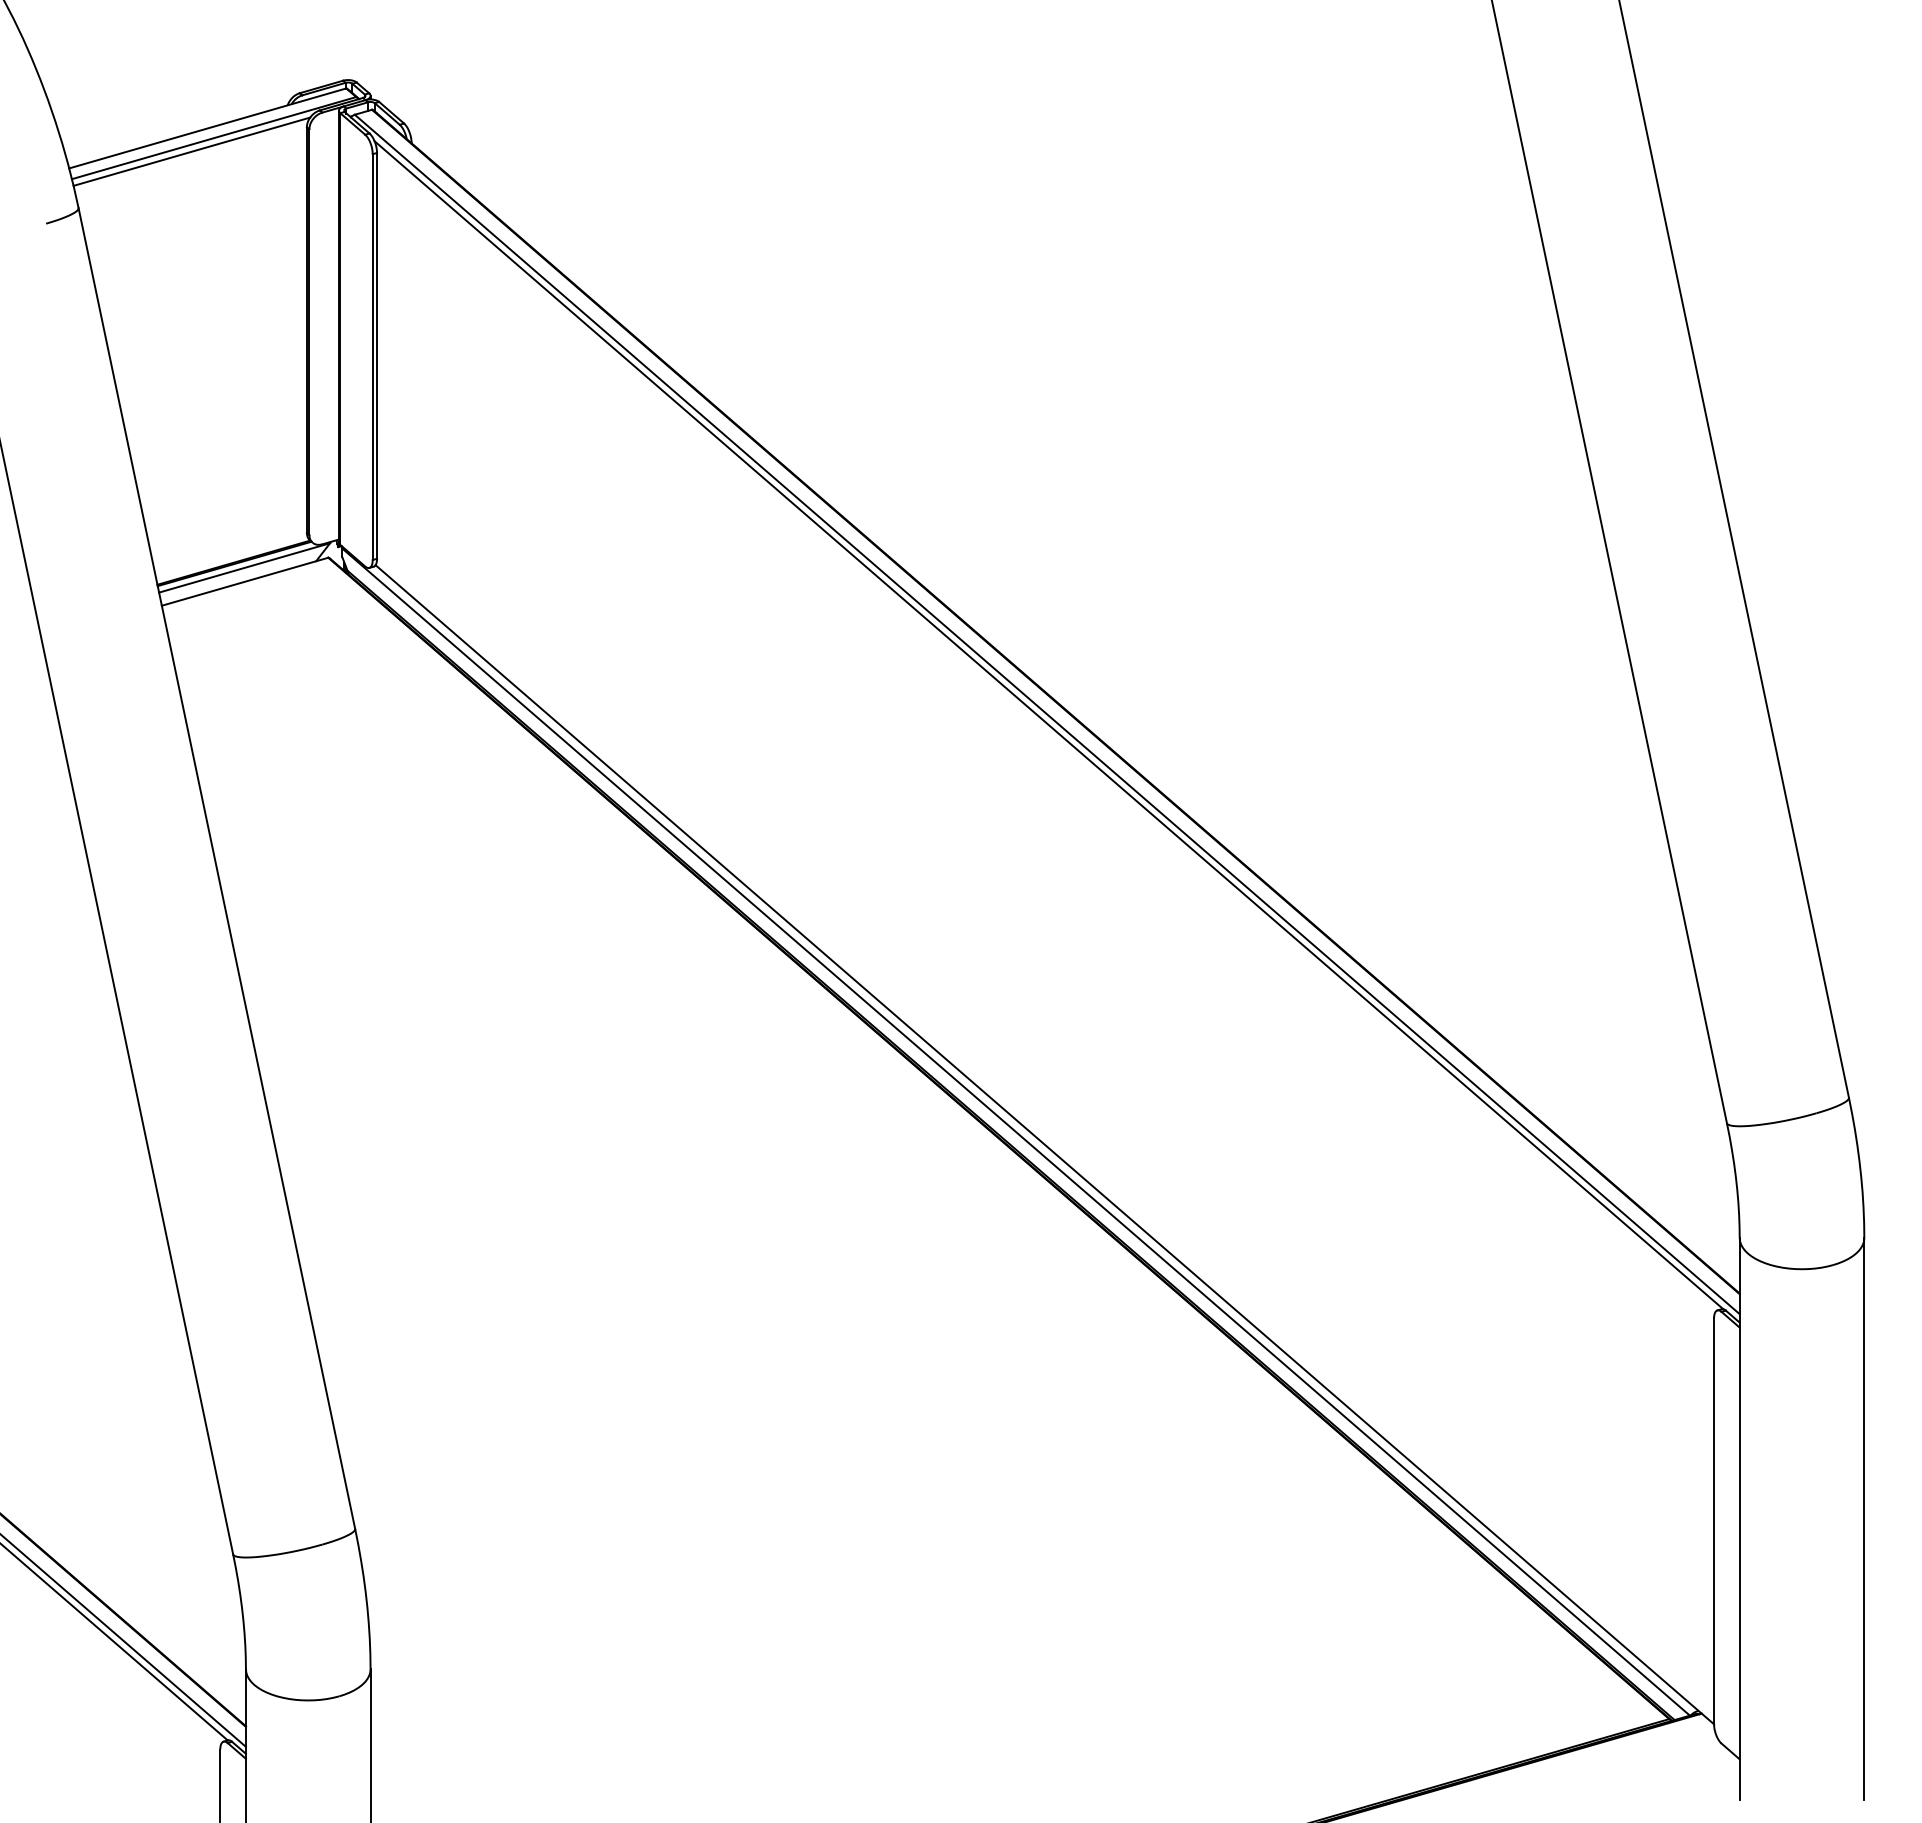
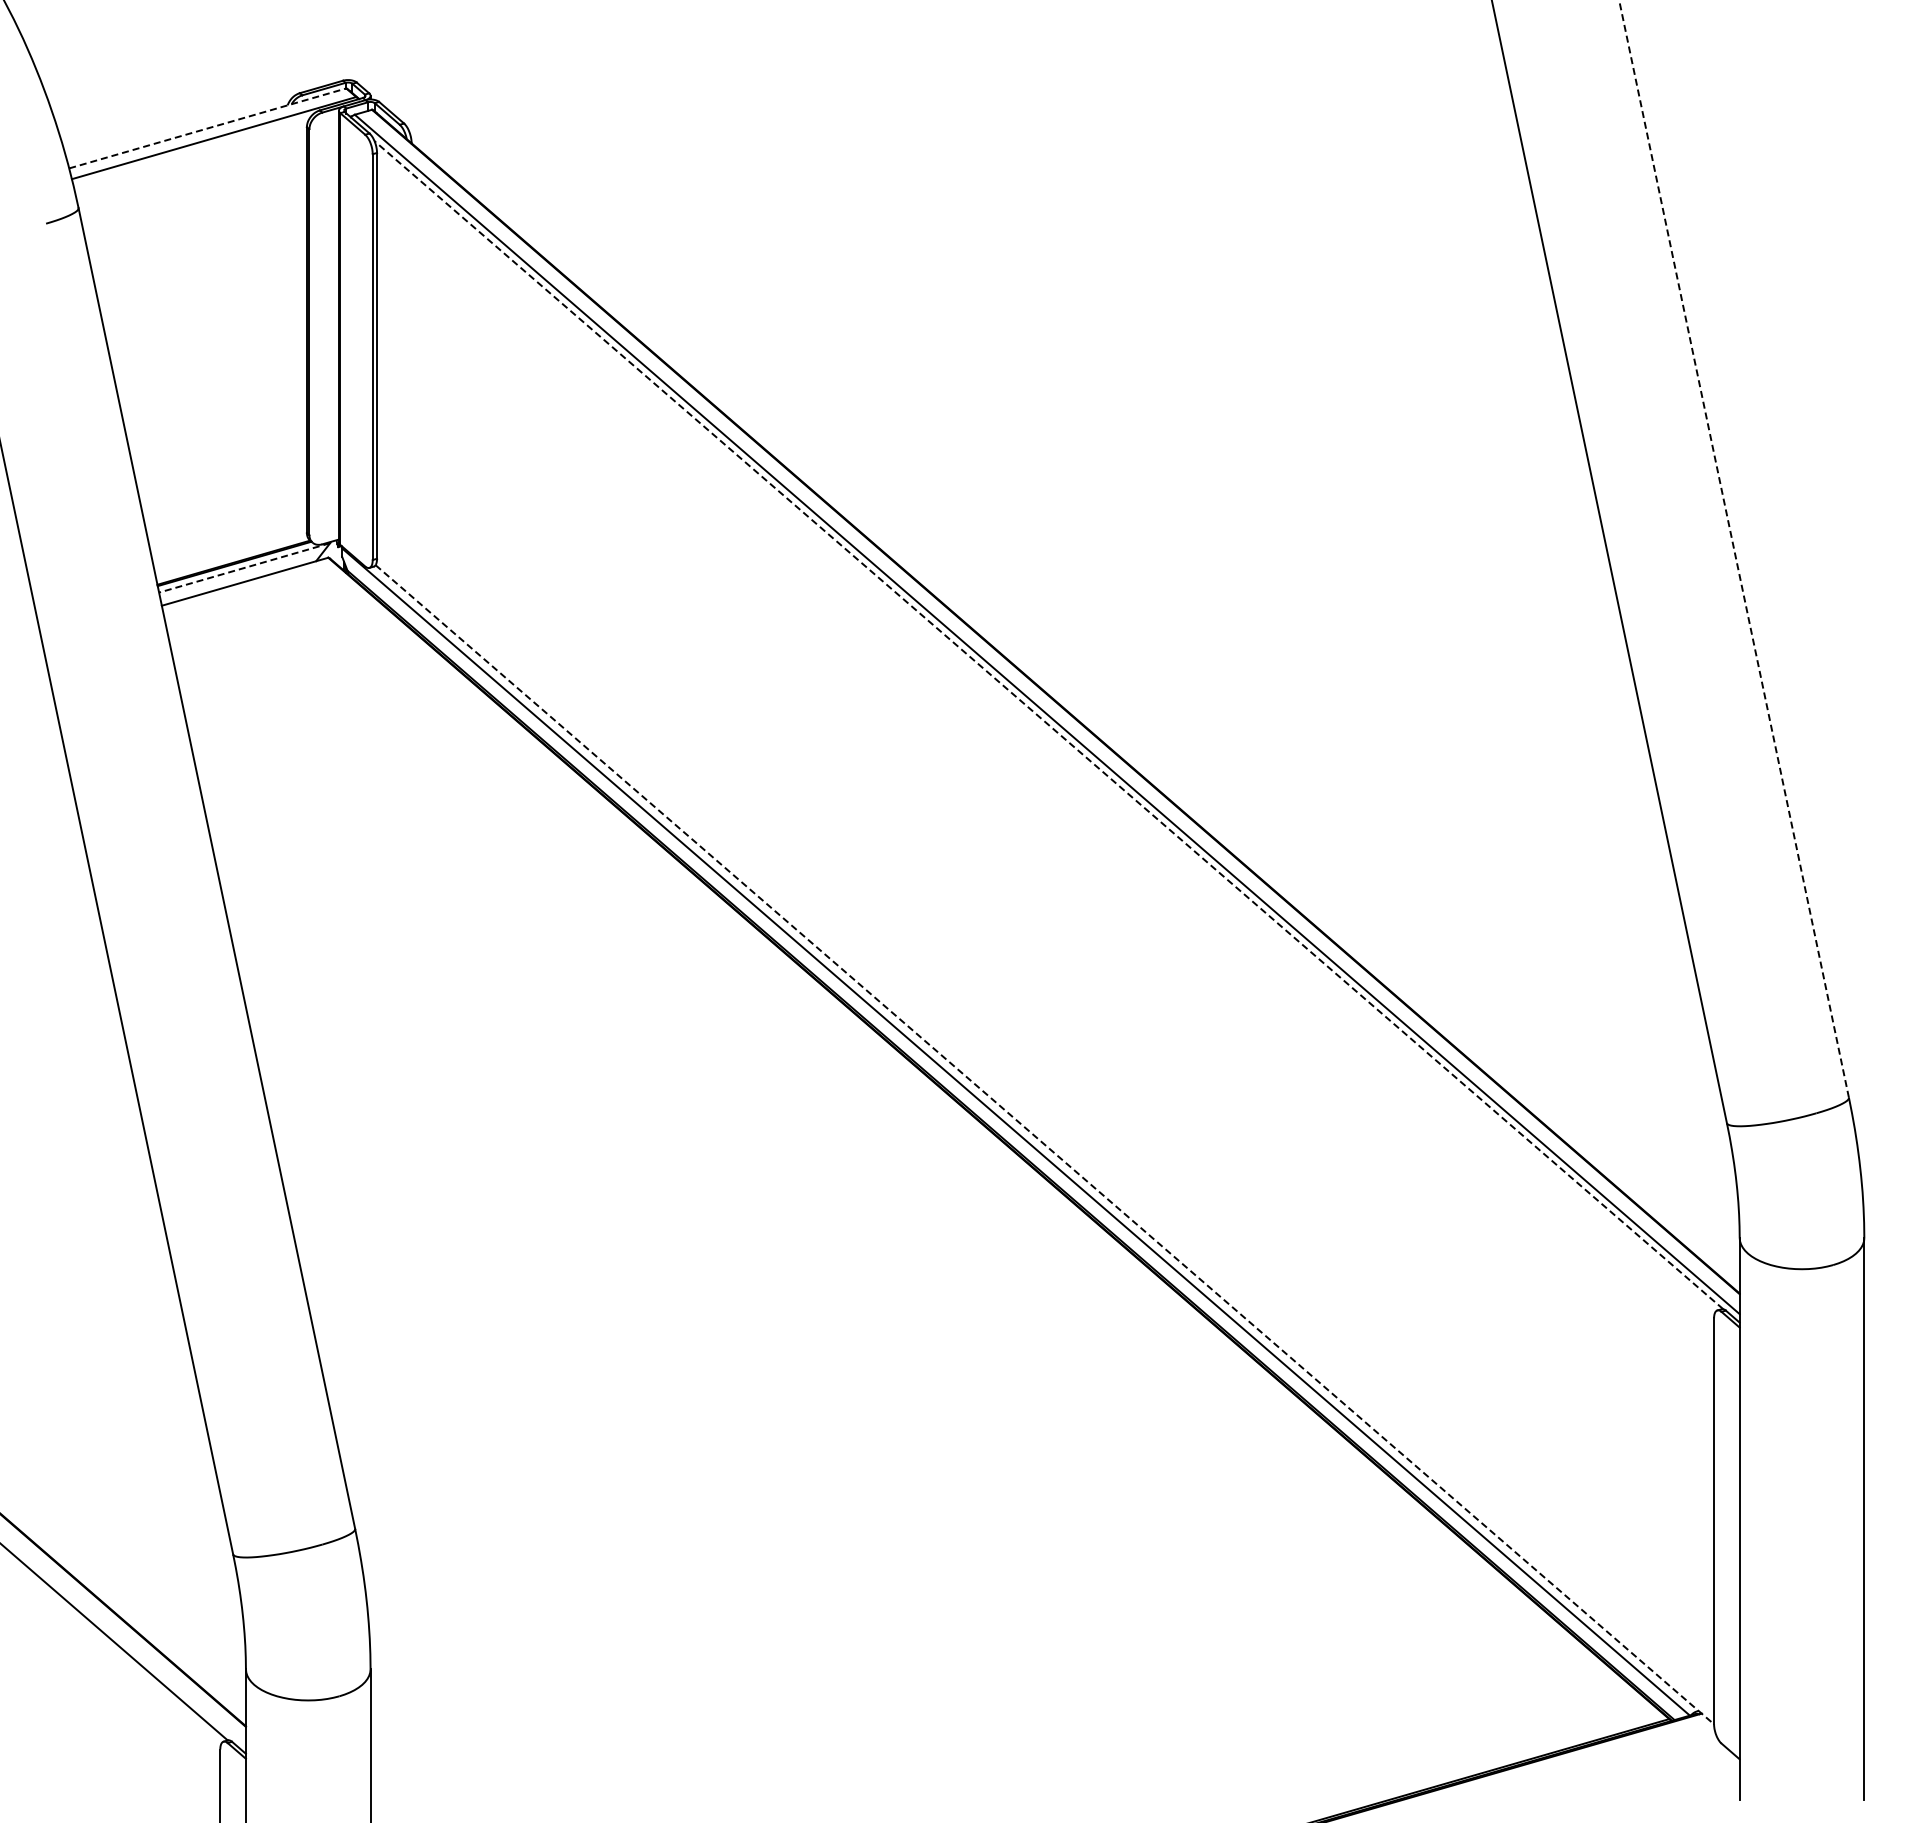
line at (208, 128): solid -> dashed
line at (191, 151): present -> none
line at (1734, 548): solid -> dashed
line at (244, 567): solid -> dashed
line at (1048, 724): solid -> dashed
line at (1045, 1145): solid -> dashed
line at (123, 1640): present -> none
